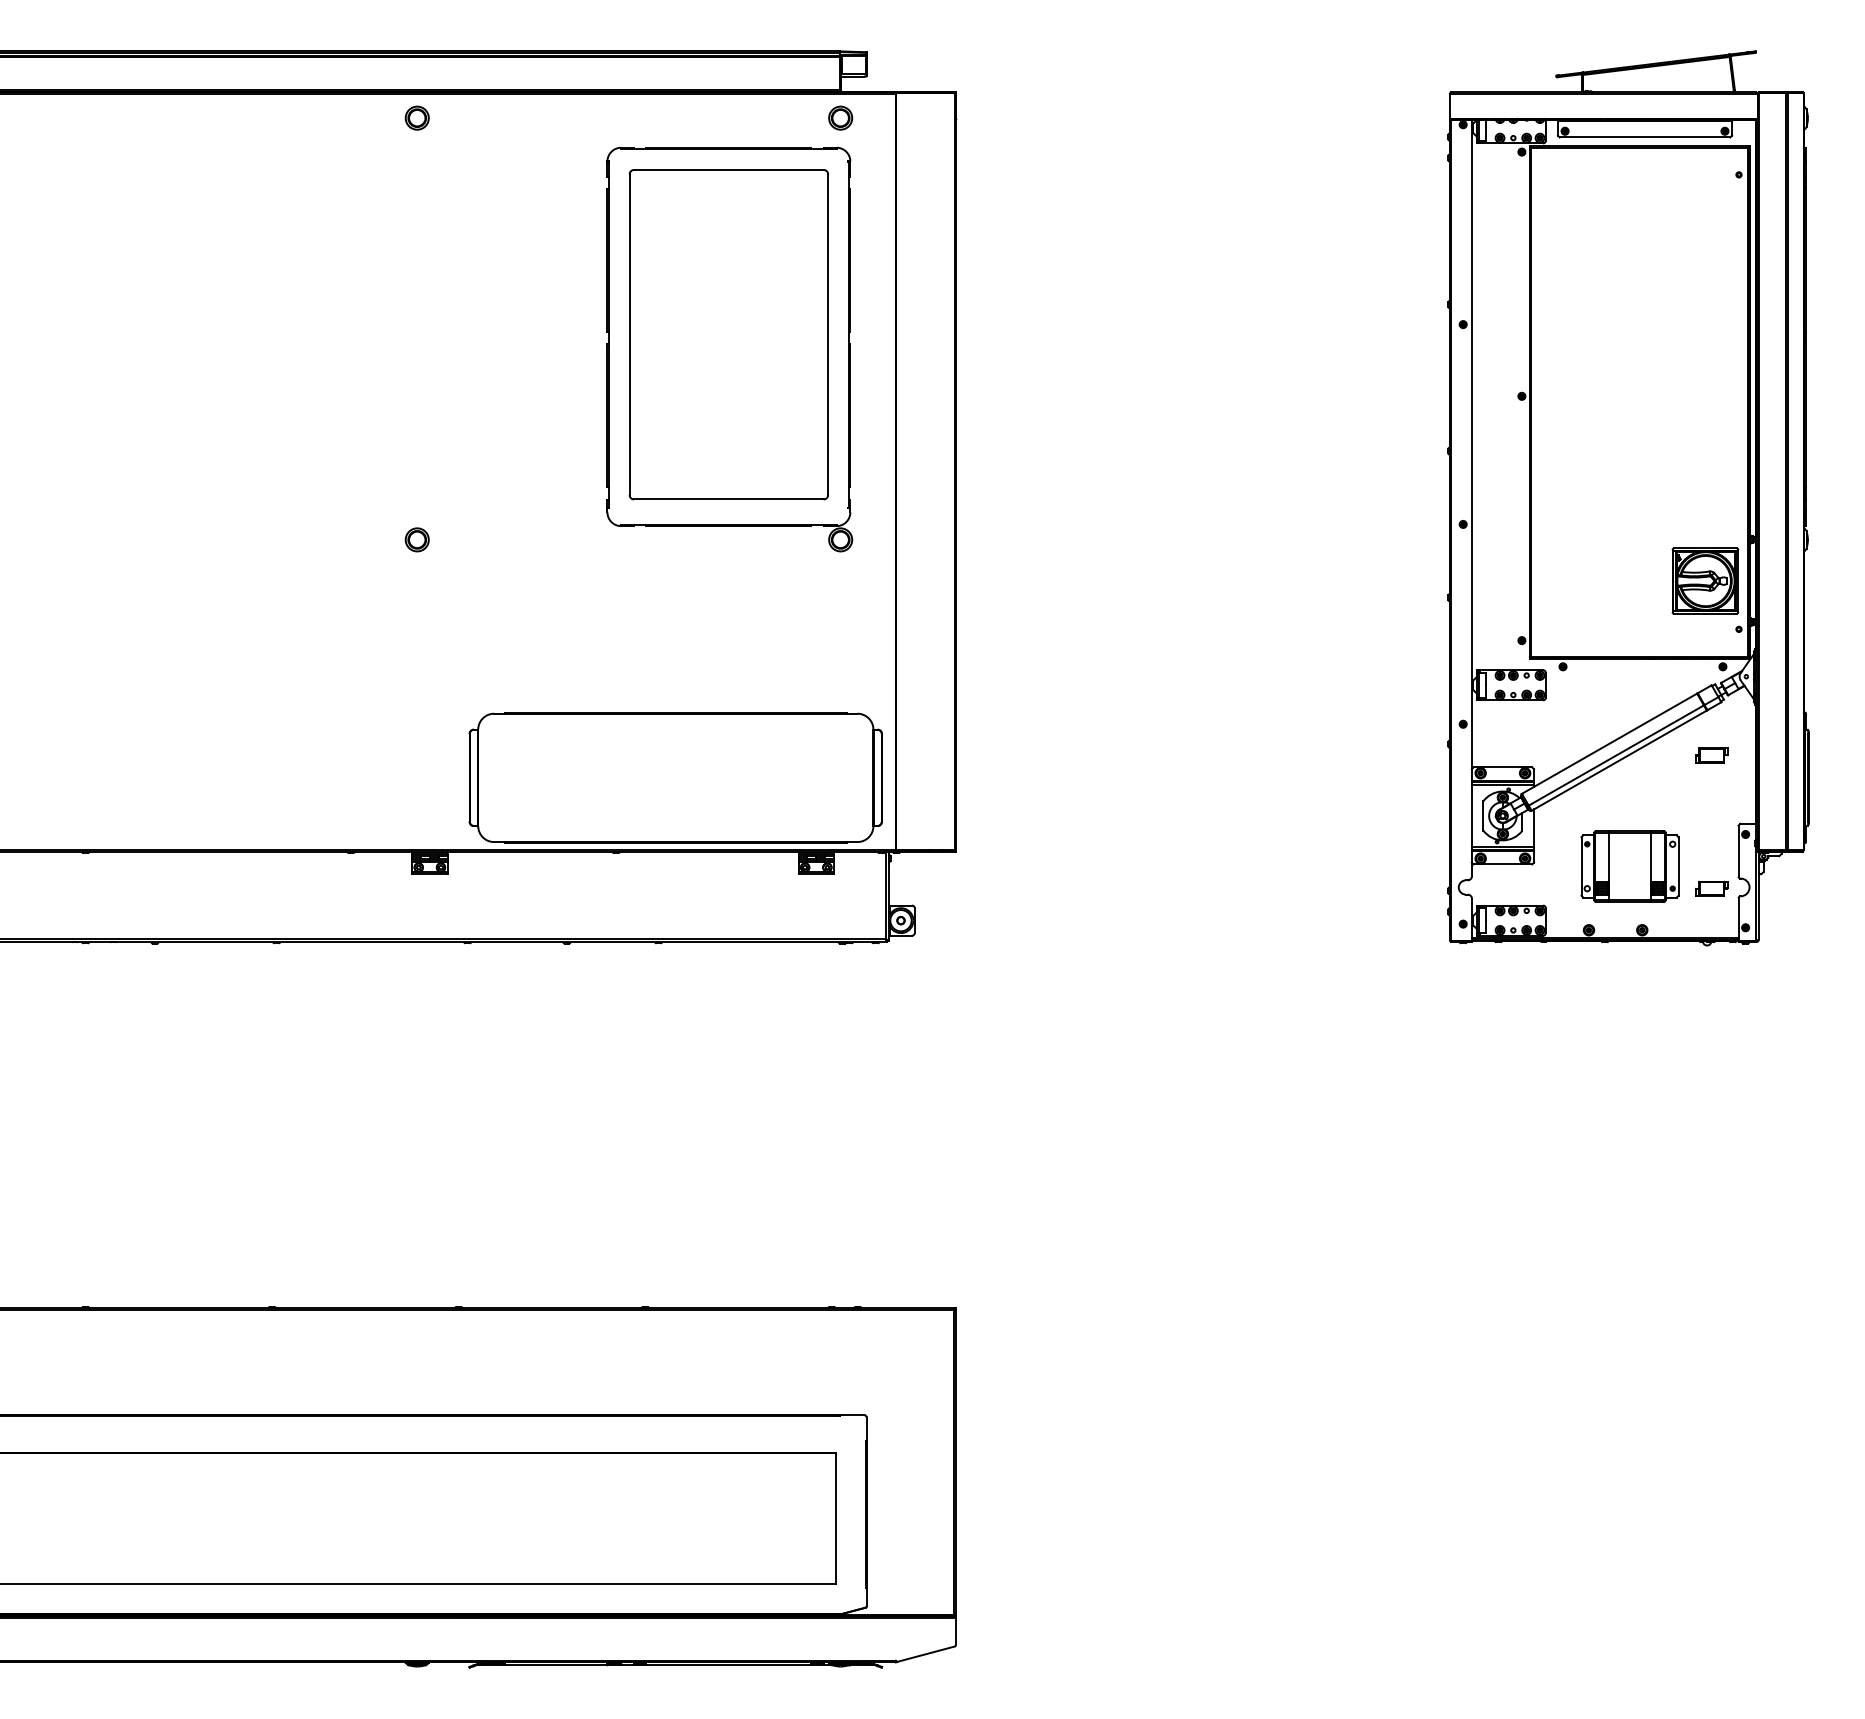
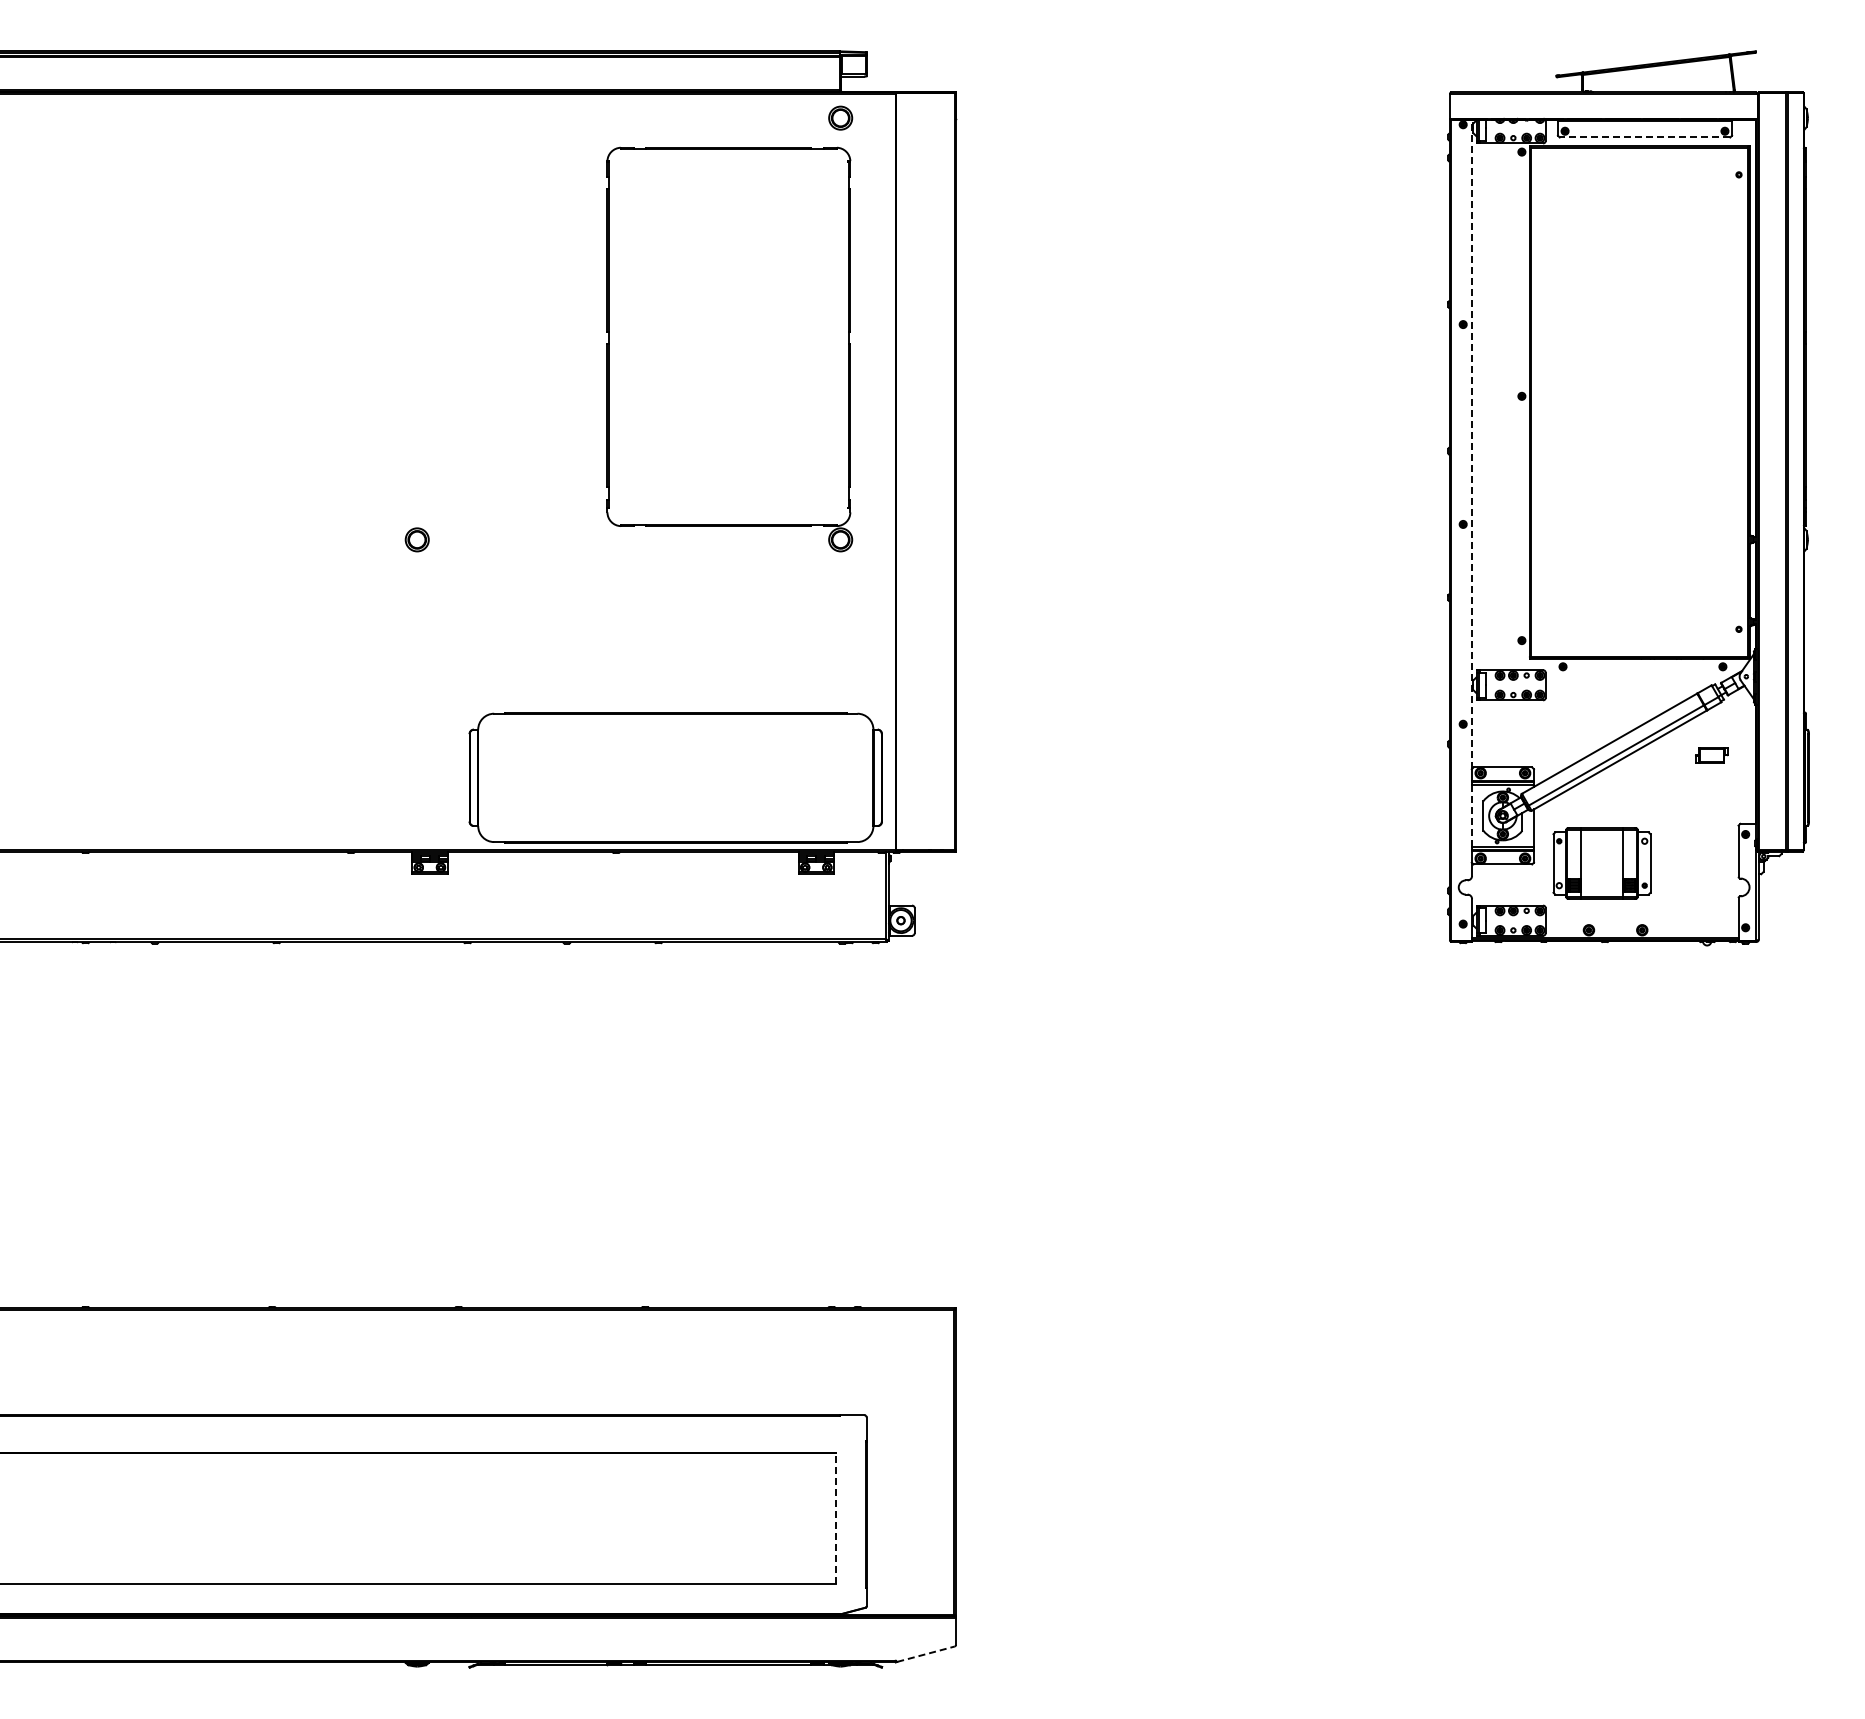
part at (416, 117): present -> none
line at (1644, 137): solid -> dashed
part at (728, 334): present -> none
line at (1472, 444): solid -> dashed
part at (1705, 580): present -> none
line at (1471, 815): solid -> dashed
part at (1629, 866) position: (1629, 866) -> (1601, 863)
part at (1711, 888): present -> none
line at (835, 1517): solid -> dashed
line at (926, 1654): solid -> dashed
